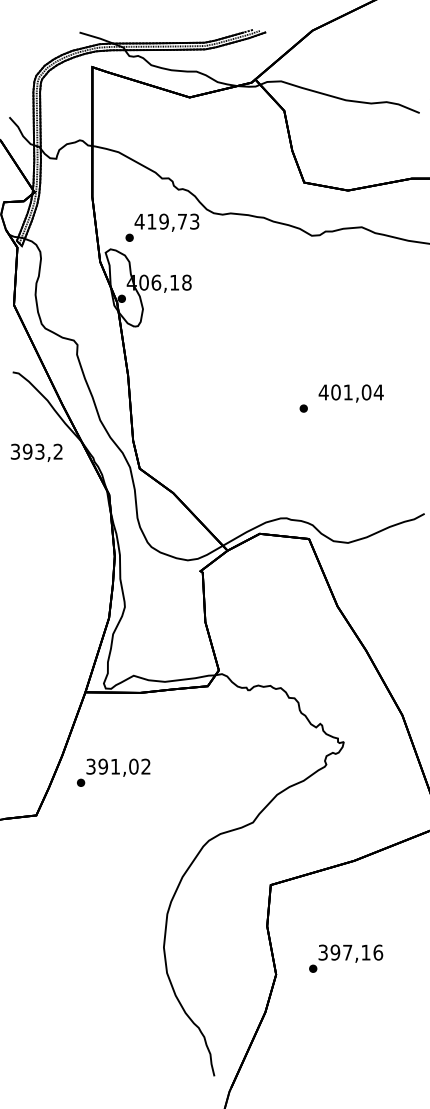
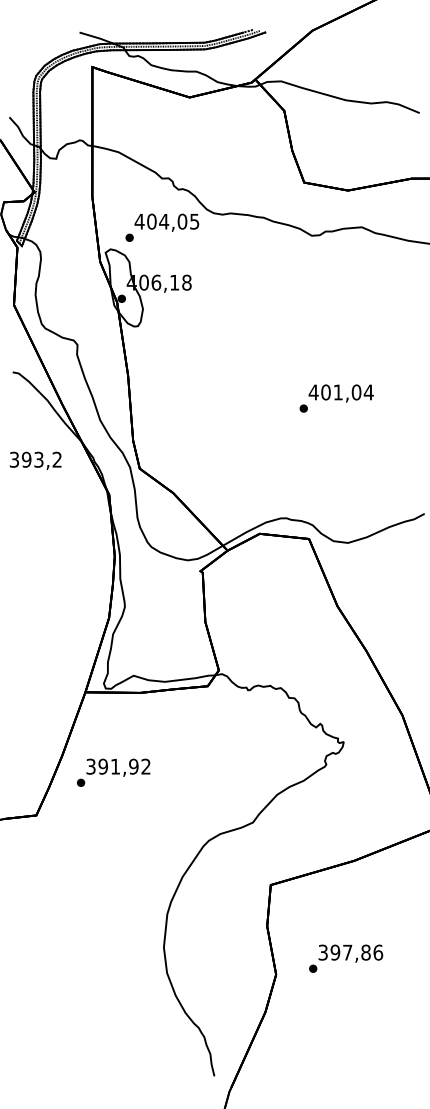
text at (173, 221): 419,73 -> 404,05
text at (350, 393) position: (350, 393) -> (340, 393)
text at (36, 452) position: (36, 452) -> (35, 460)
text at (133, 766): 391,02 -> 391,92
text at (365, 952): 397,16 -> 397,86
